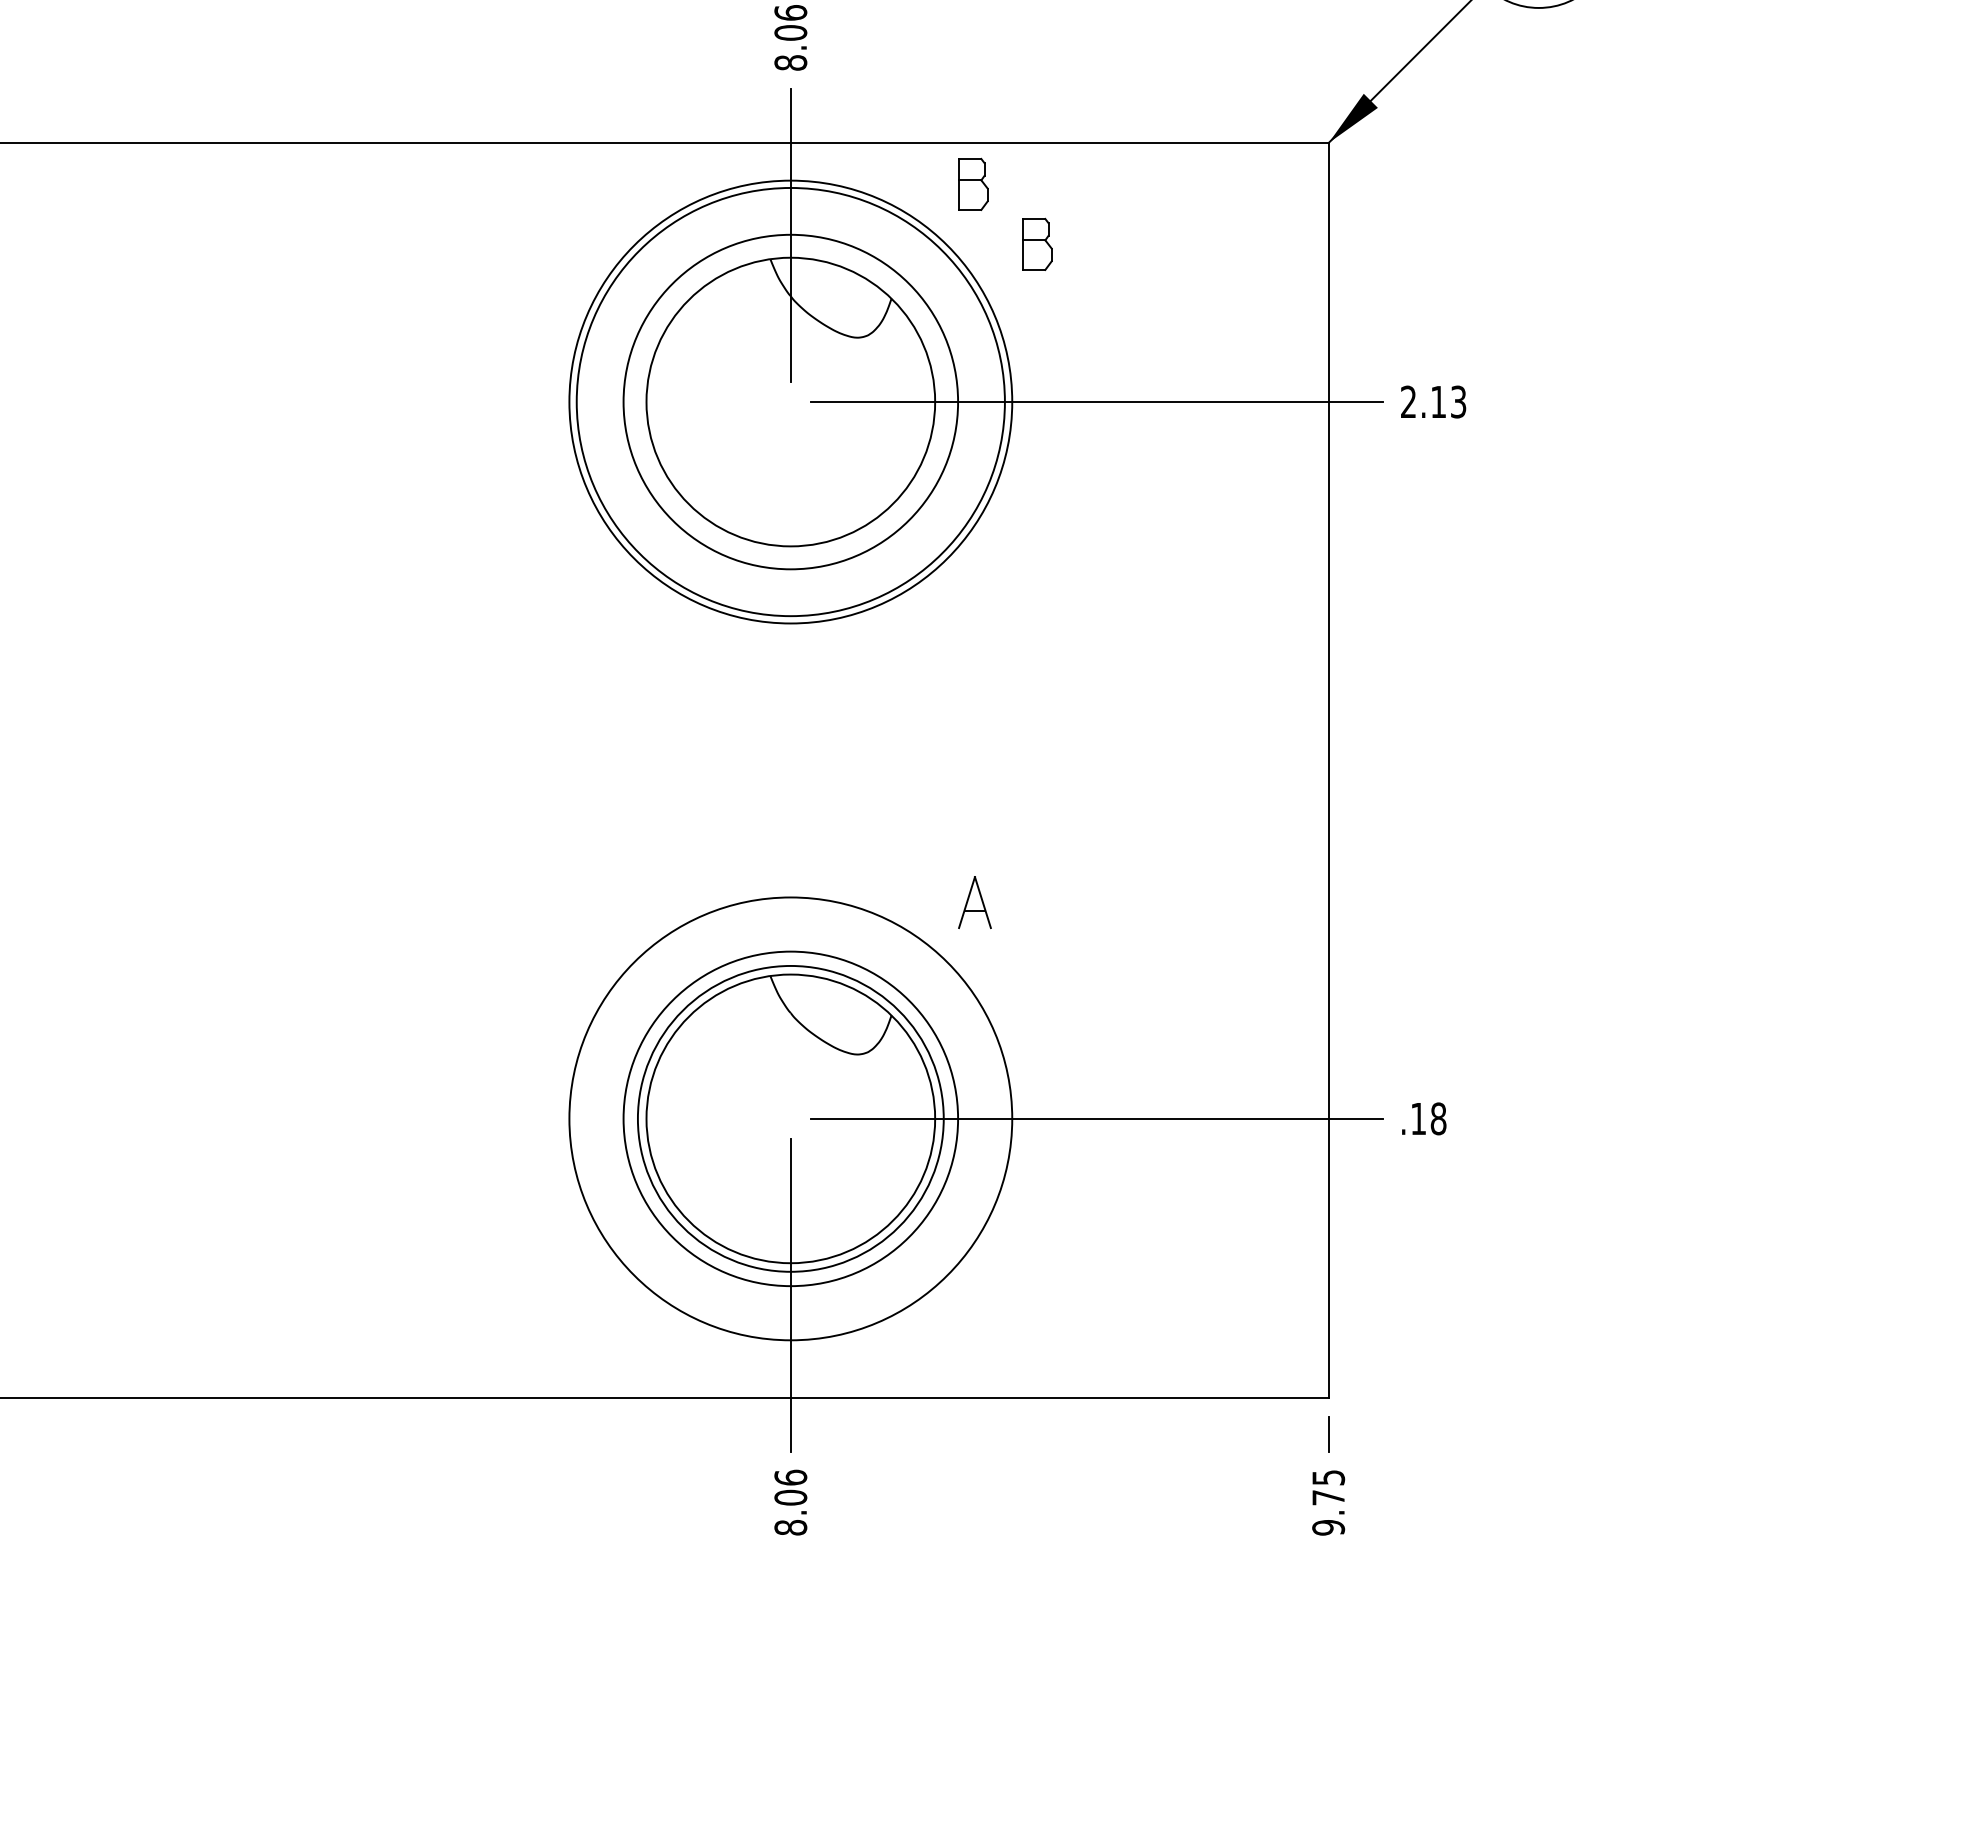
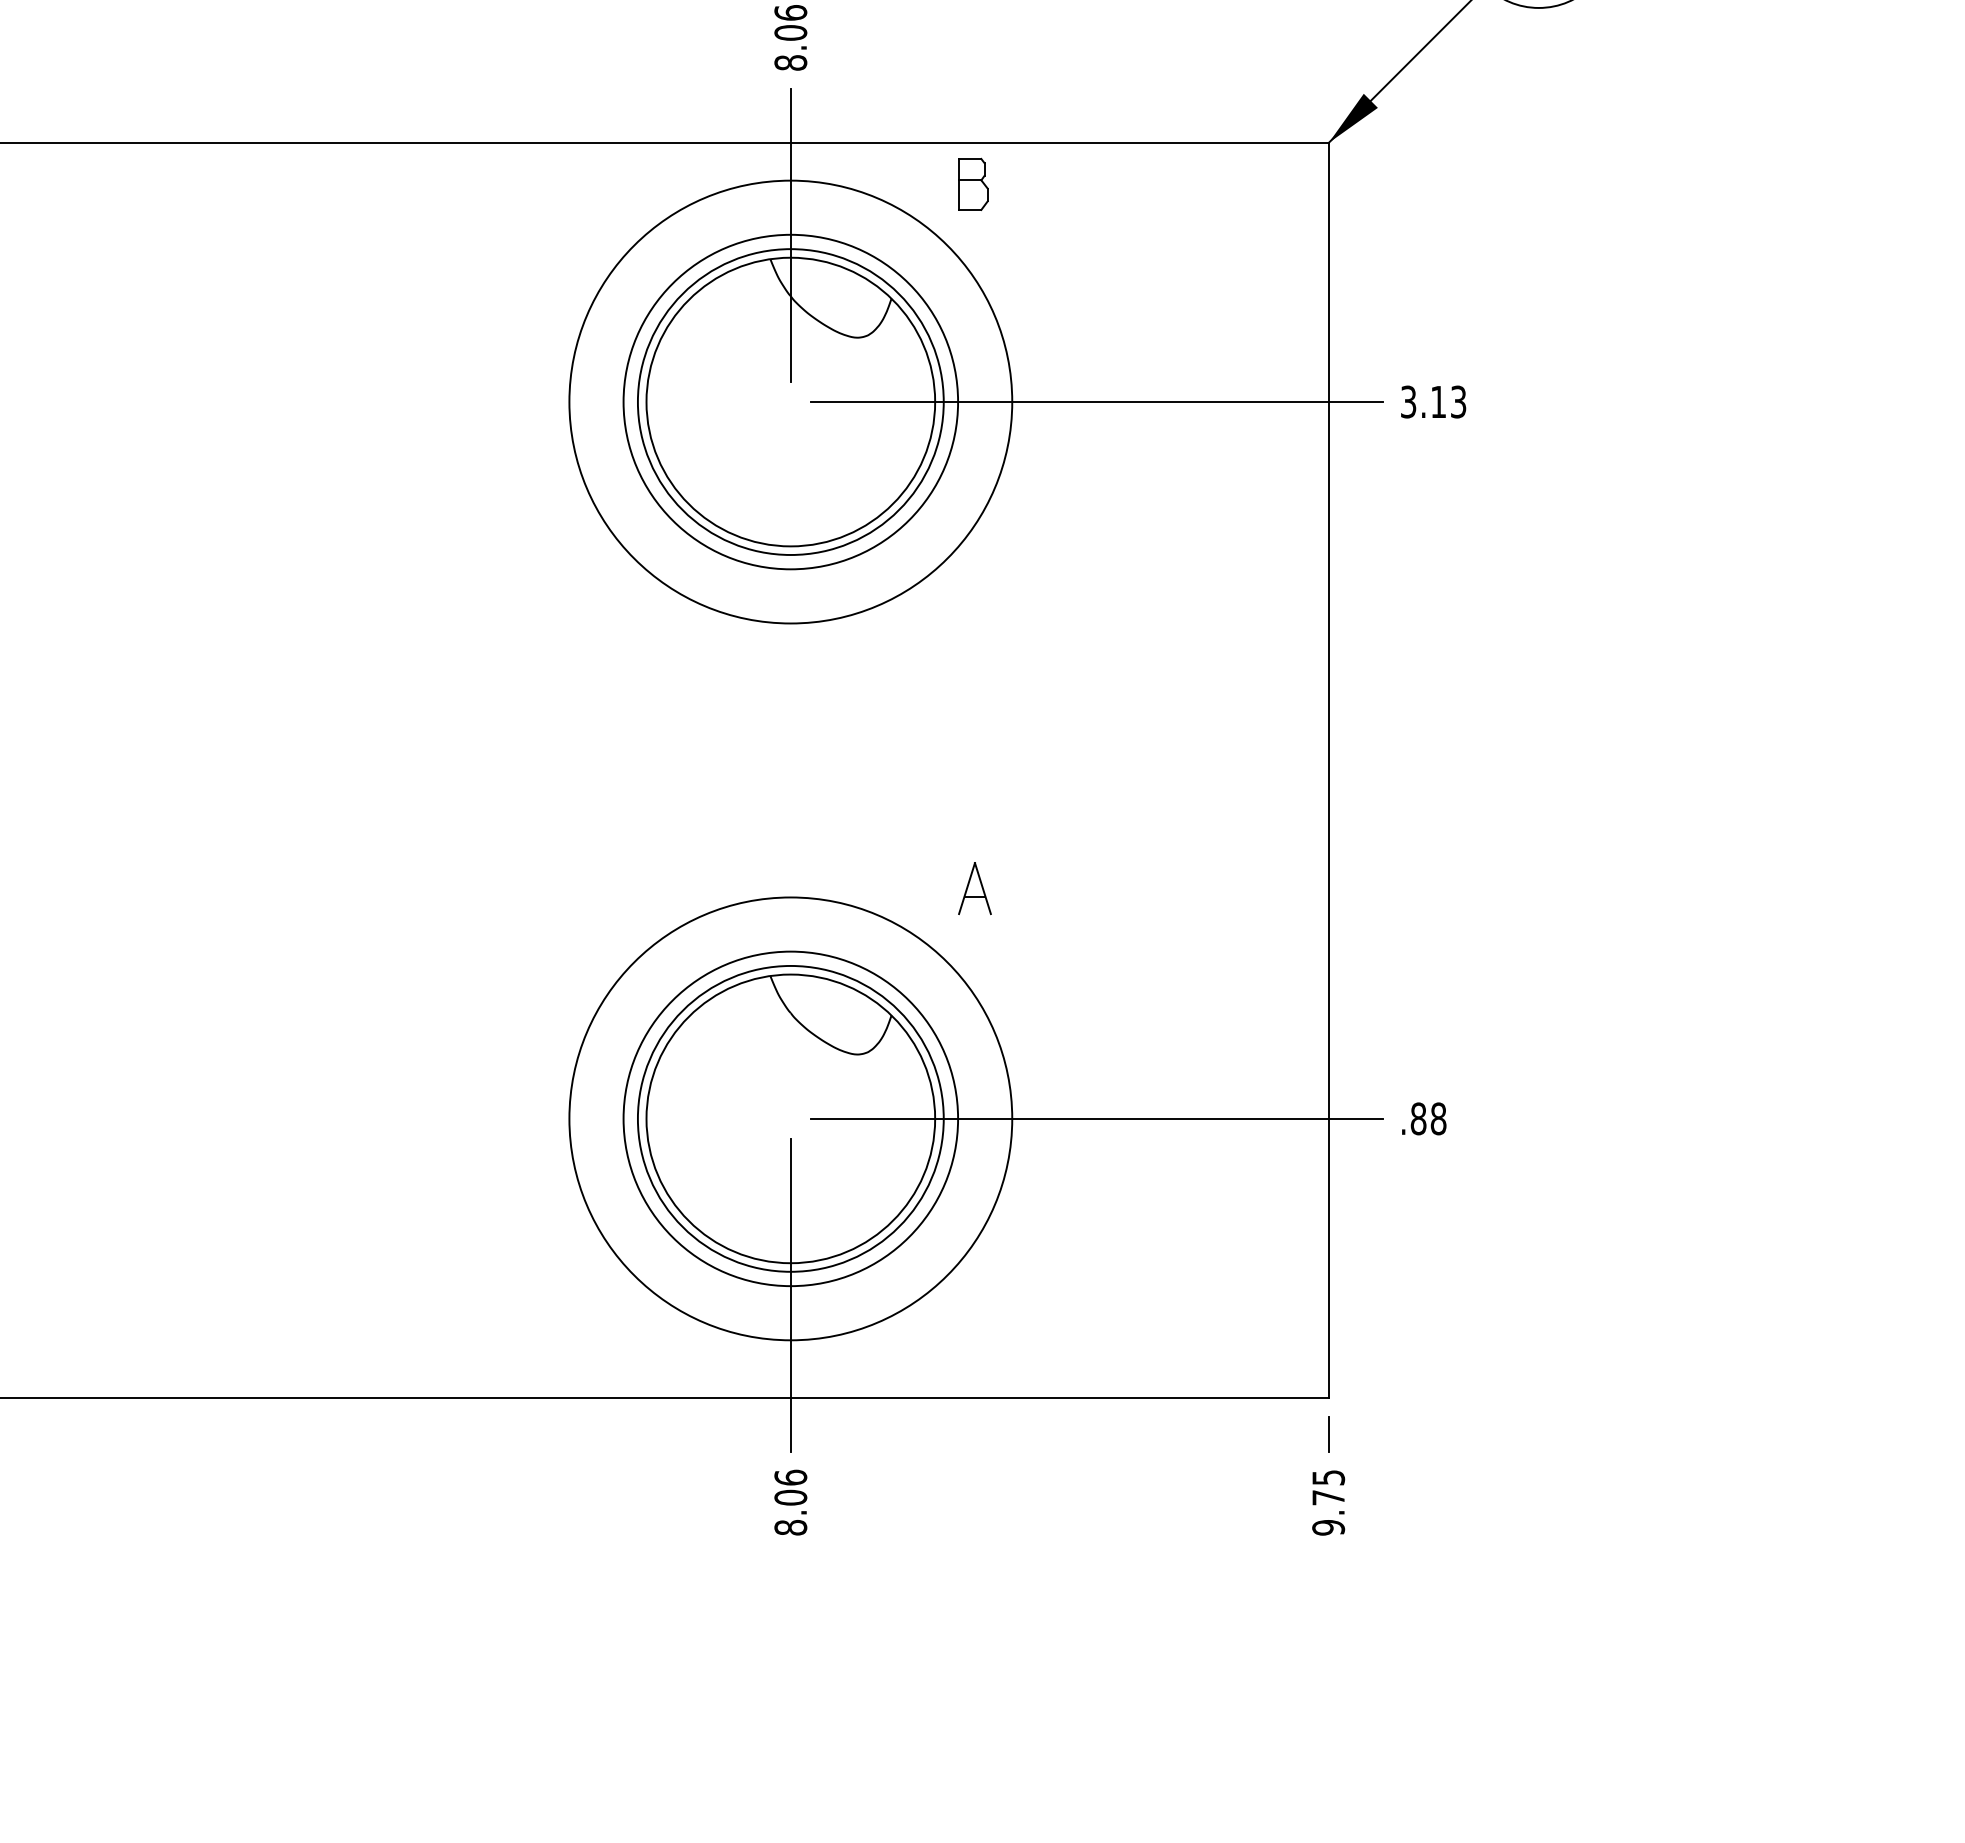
part at (1037, 243): present -> none
circle at (790, 401) diameter: 428 px -> 306 px
text at (1408, 401): 2.13 -> 3.13
part at (974, 902) position: (974, 902) -> (974, 888)
text at (1418, 1118): .18 -> .88
